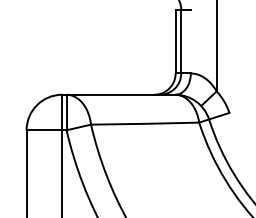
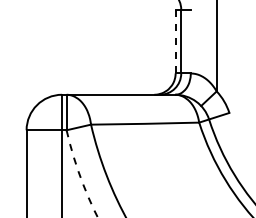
line at (175, 41): solid -> dashed
arc at (79, 174): solid -> dashed
